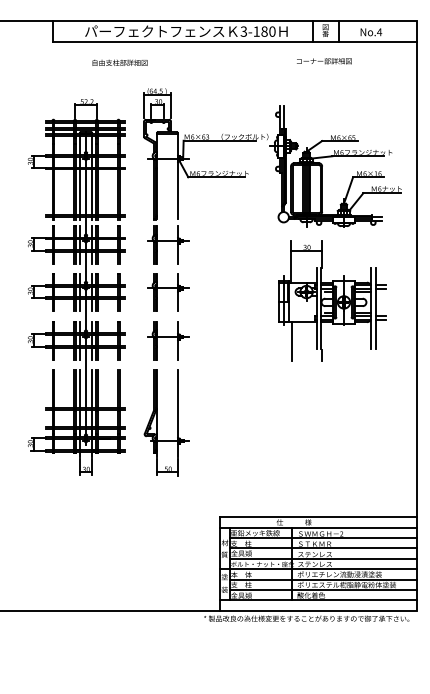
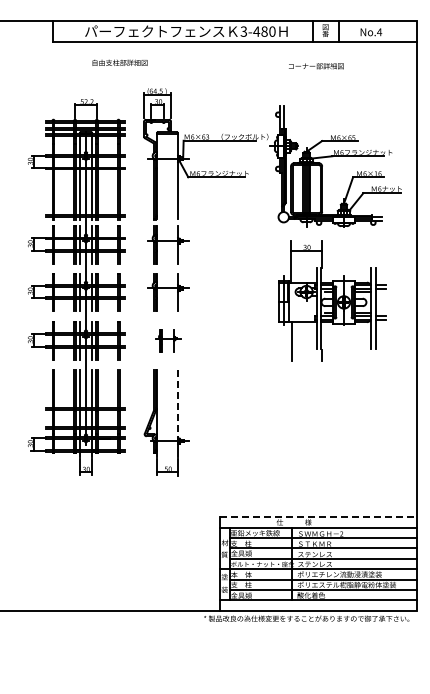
text at (256, 31): 3-180 -> 3-480
text at (324, 61) position: (324, 61) -> (316, 66)
part at (168, 340) size: 43x40 px -> 27x24 px
line at (177, 406): solid -> dashed
line at (318, 517): solid -> dashed
